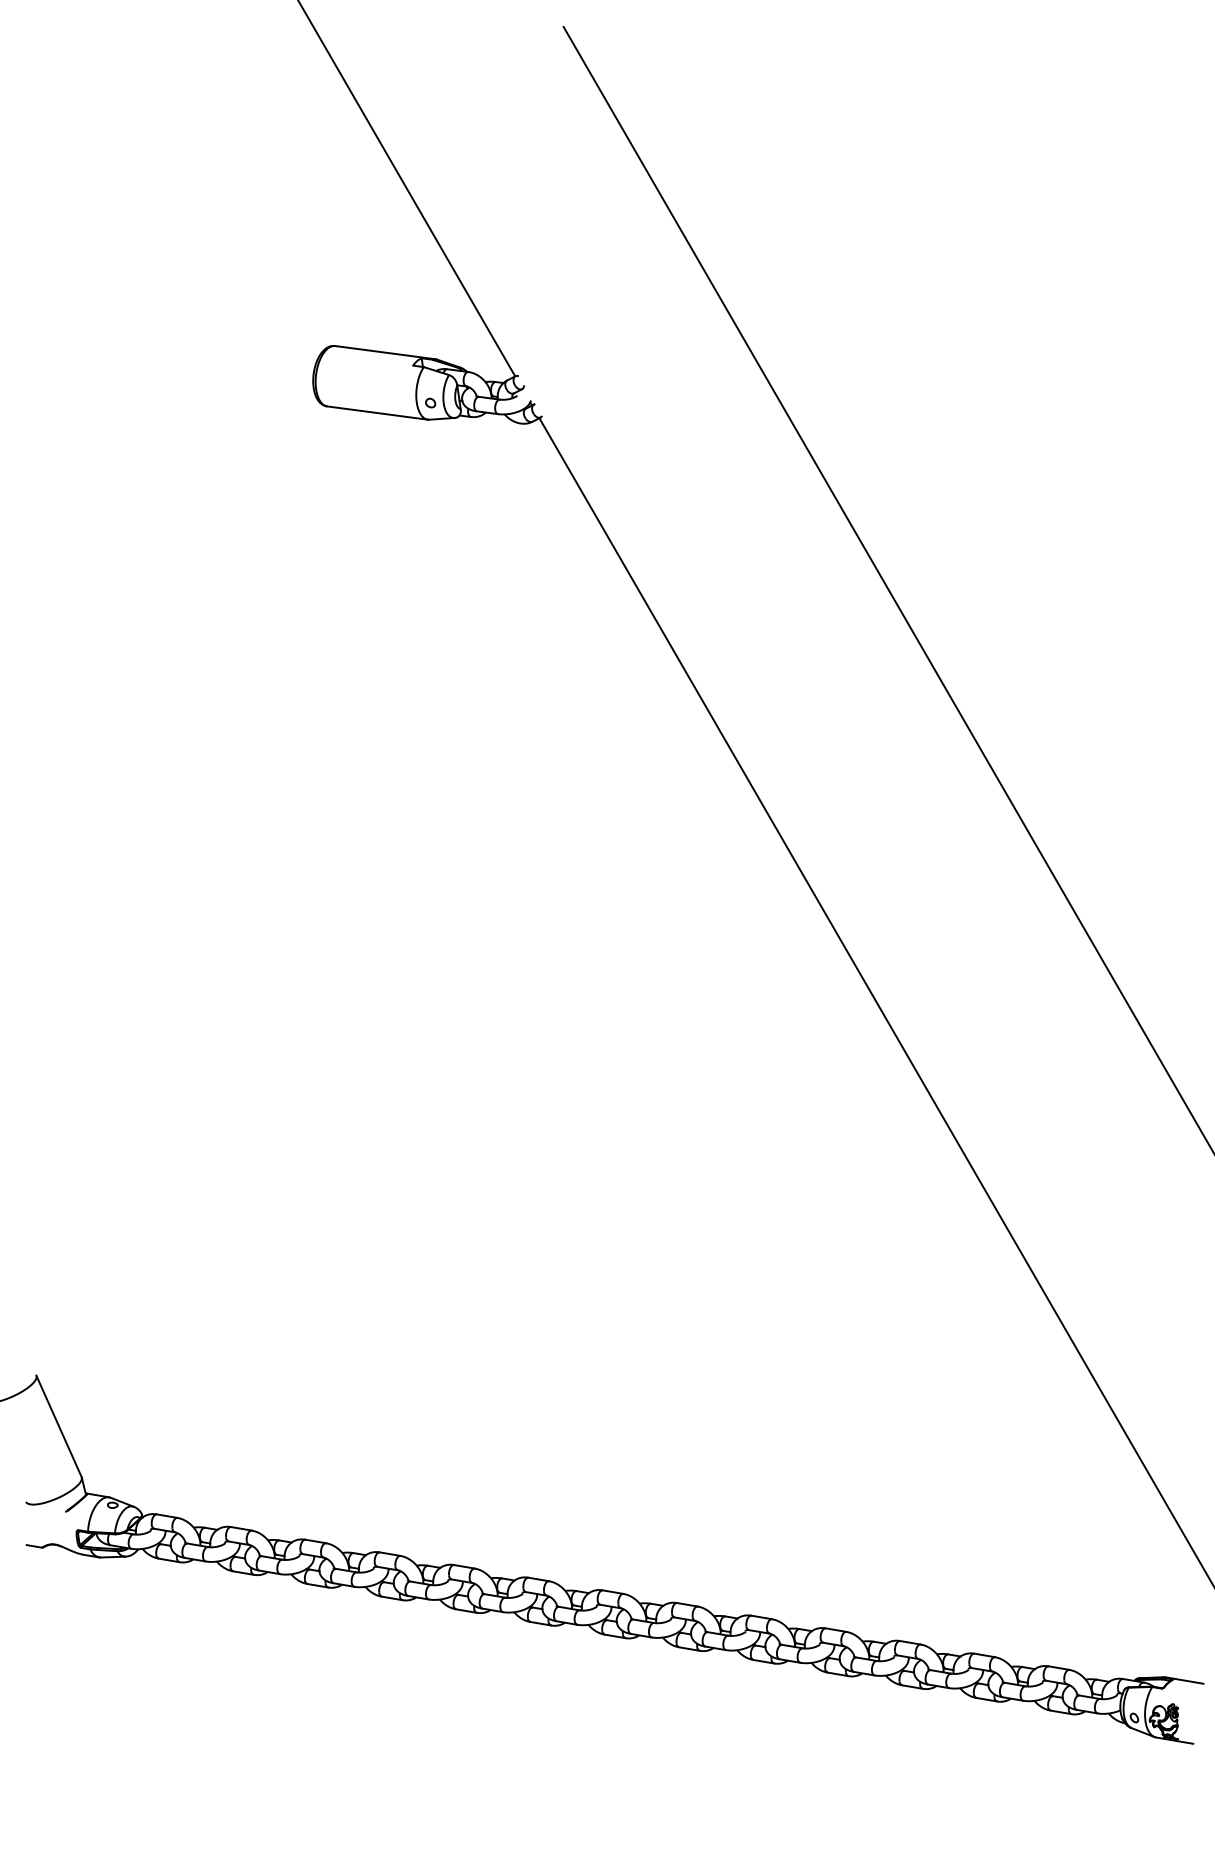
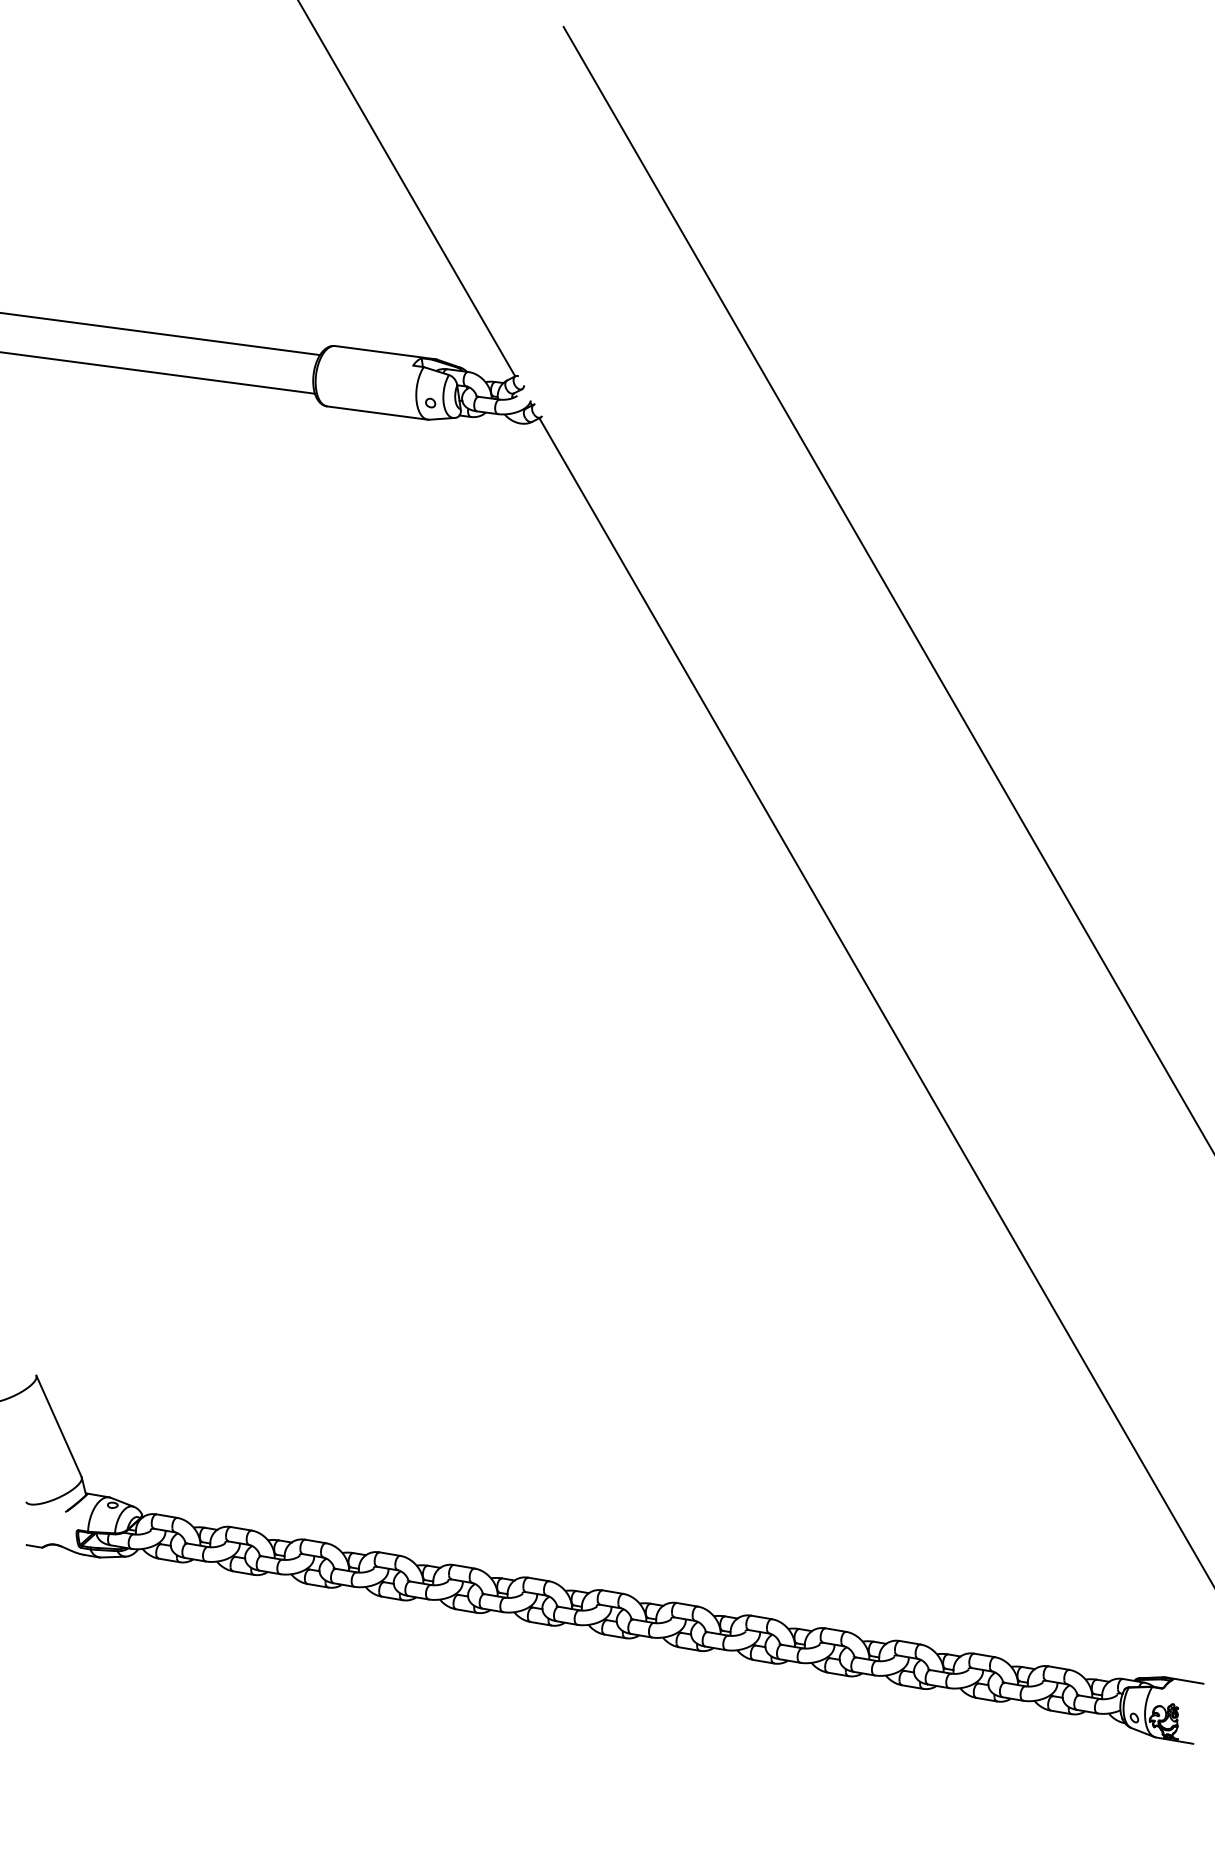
line at (161, 334): none -> present
line at (158, 372): none -> present
